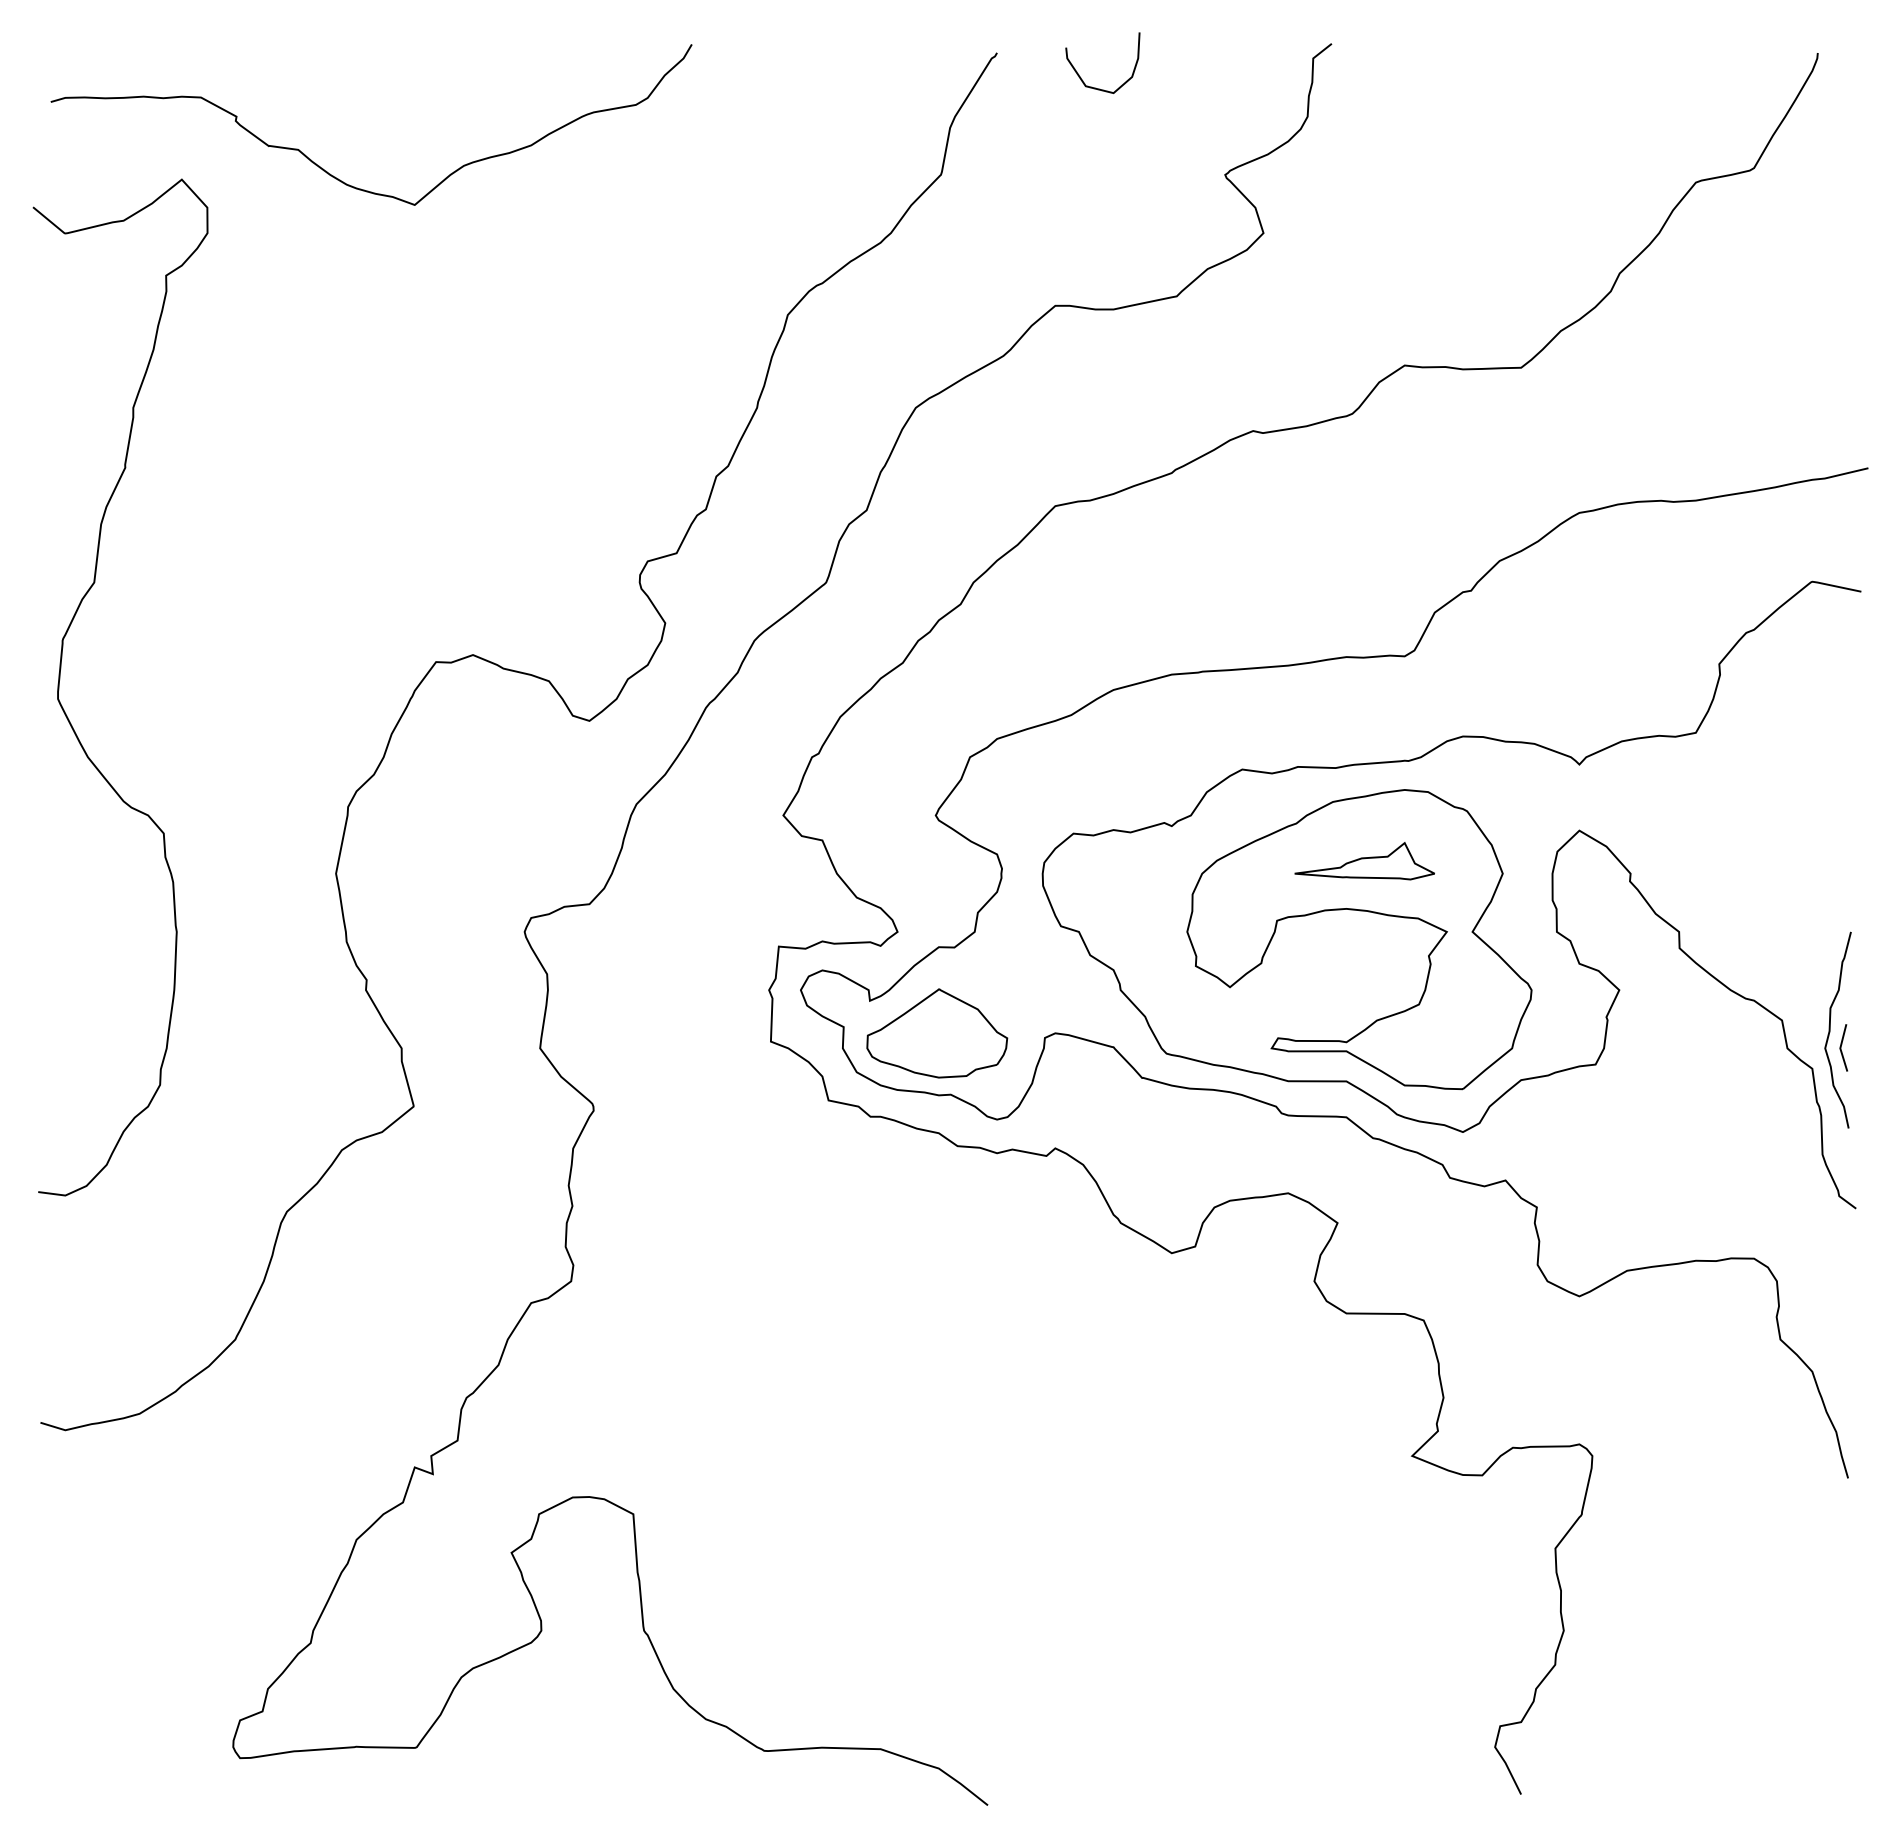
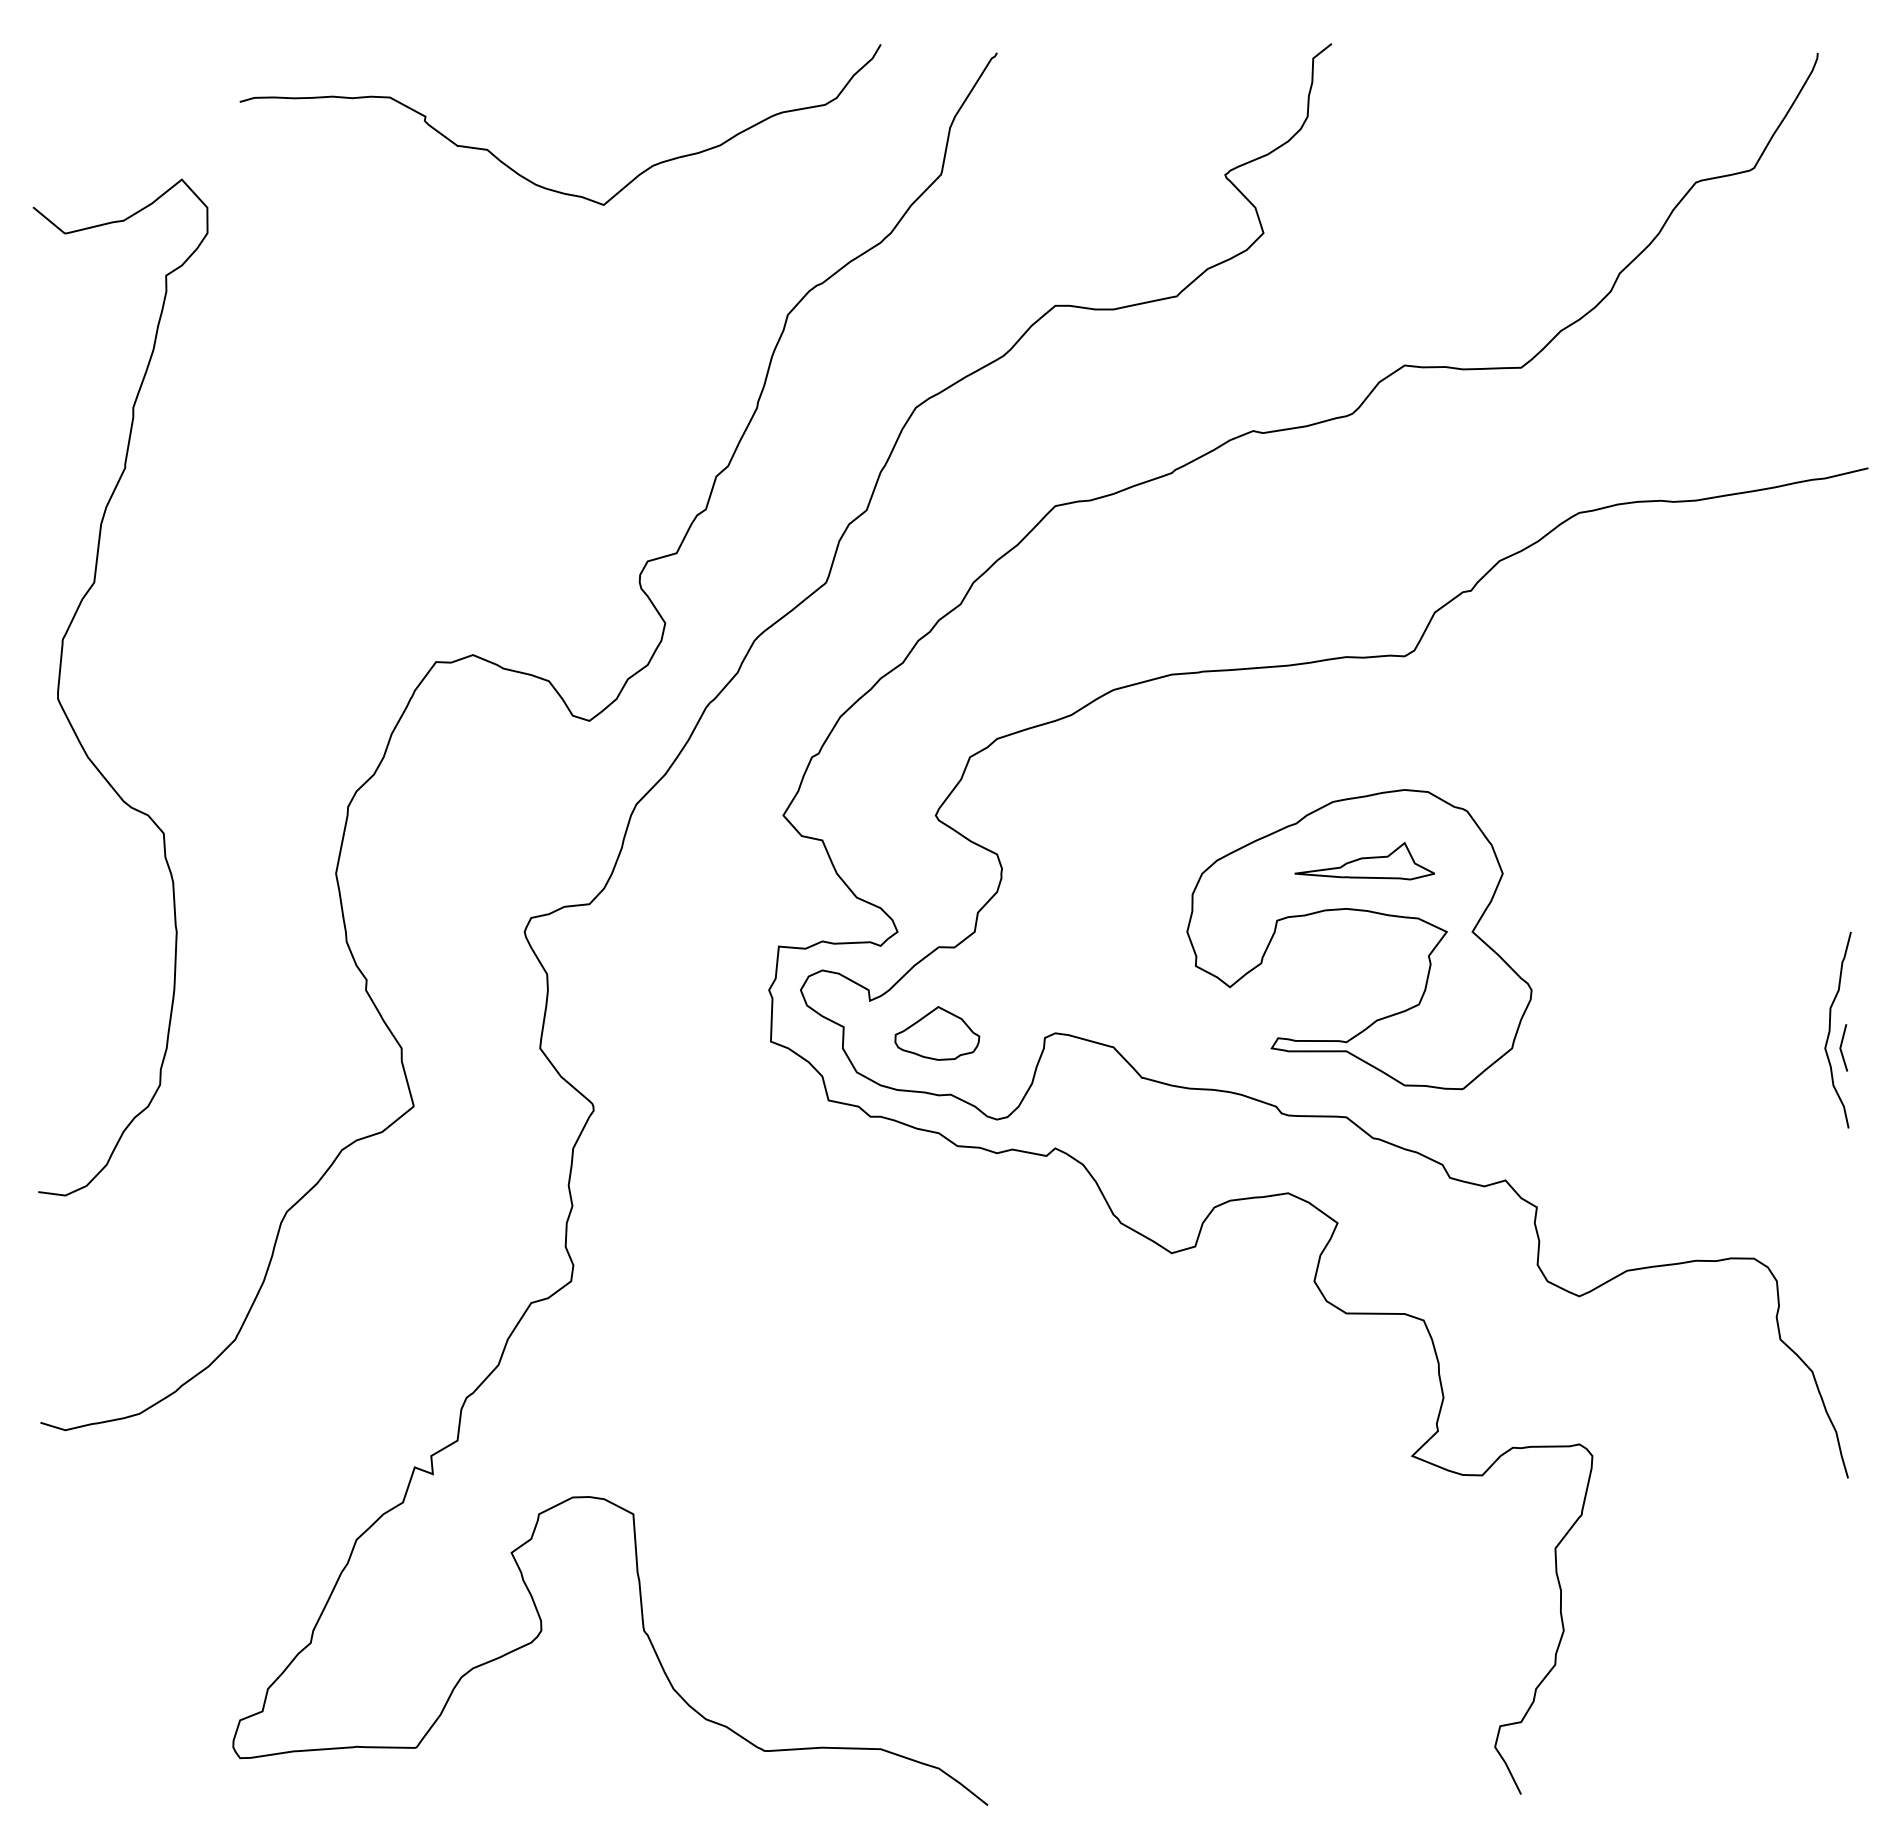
curve at (1081, 77): present -> none
curve at (340, 179) position: (340, 179) -> (529, 179)
curve at (1551, 894): present -> none
part at (937, 1033) size: 143x91 px -> 87x55 px
